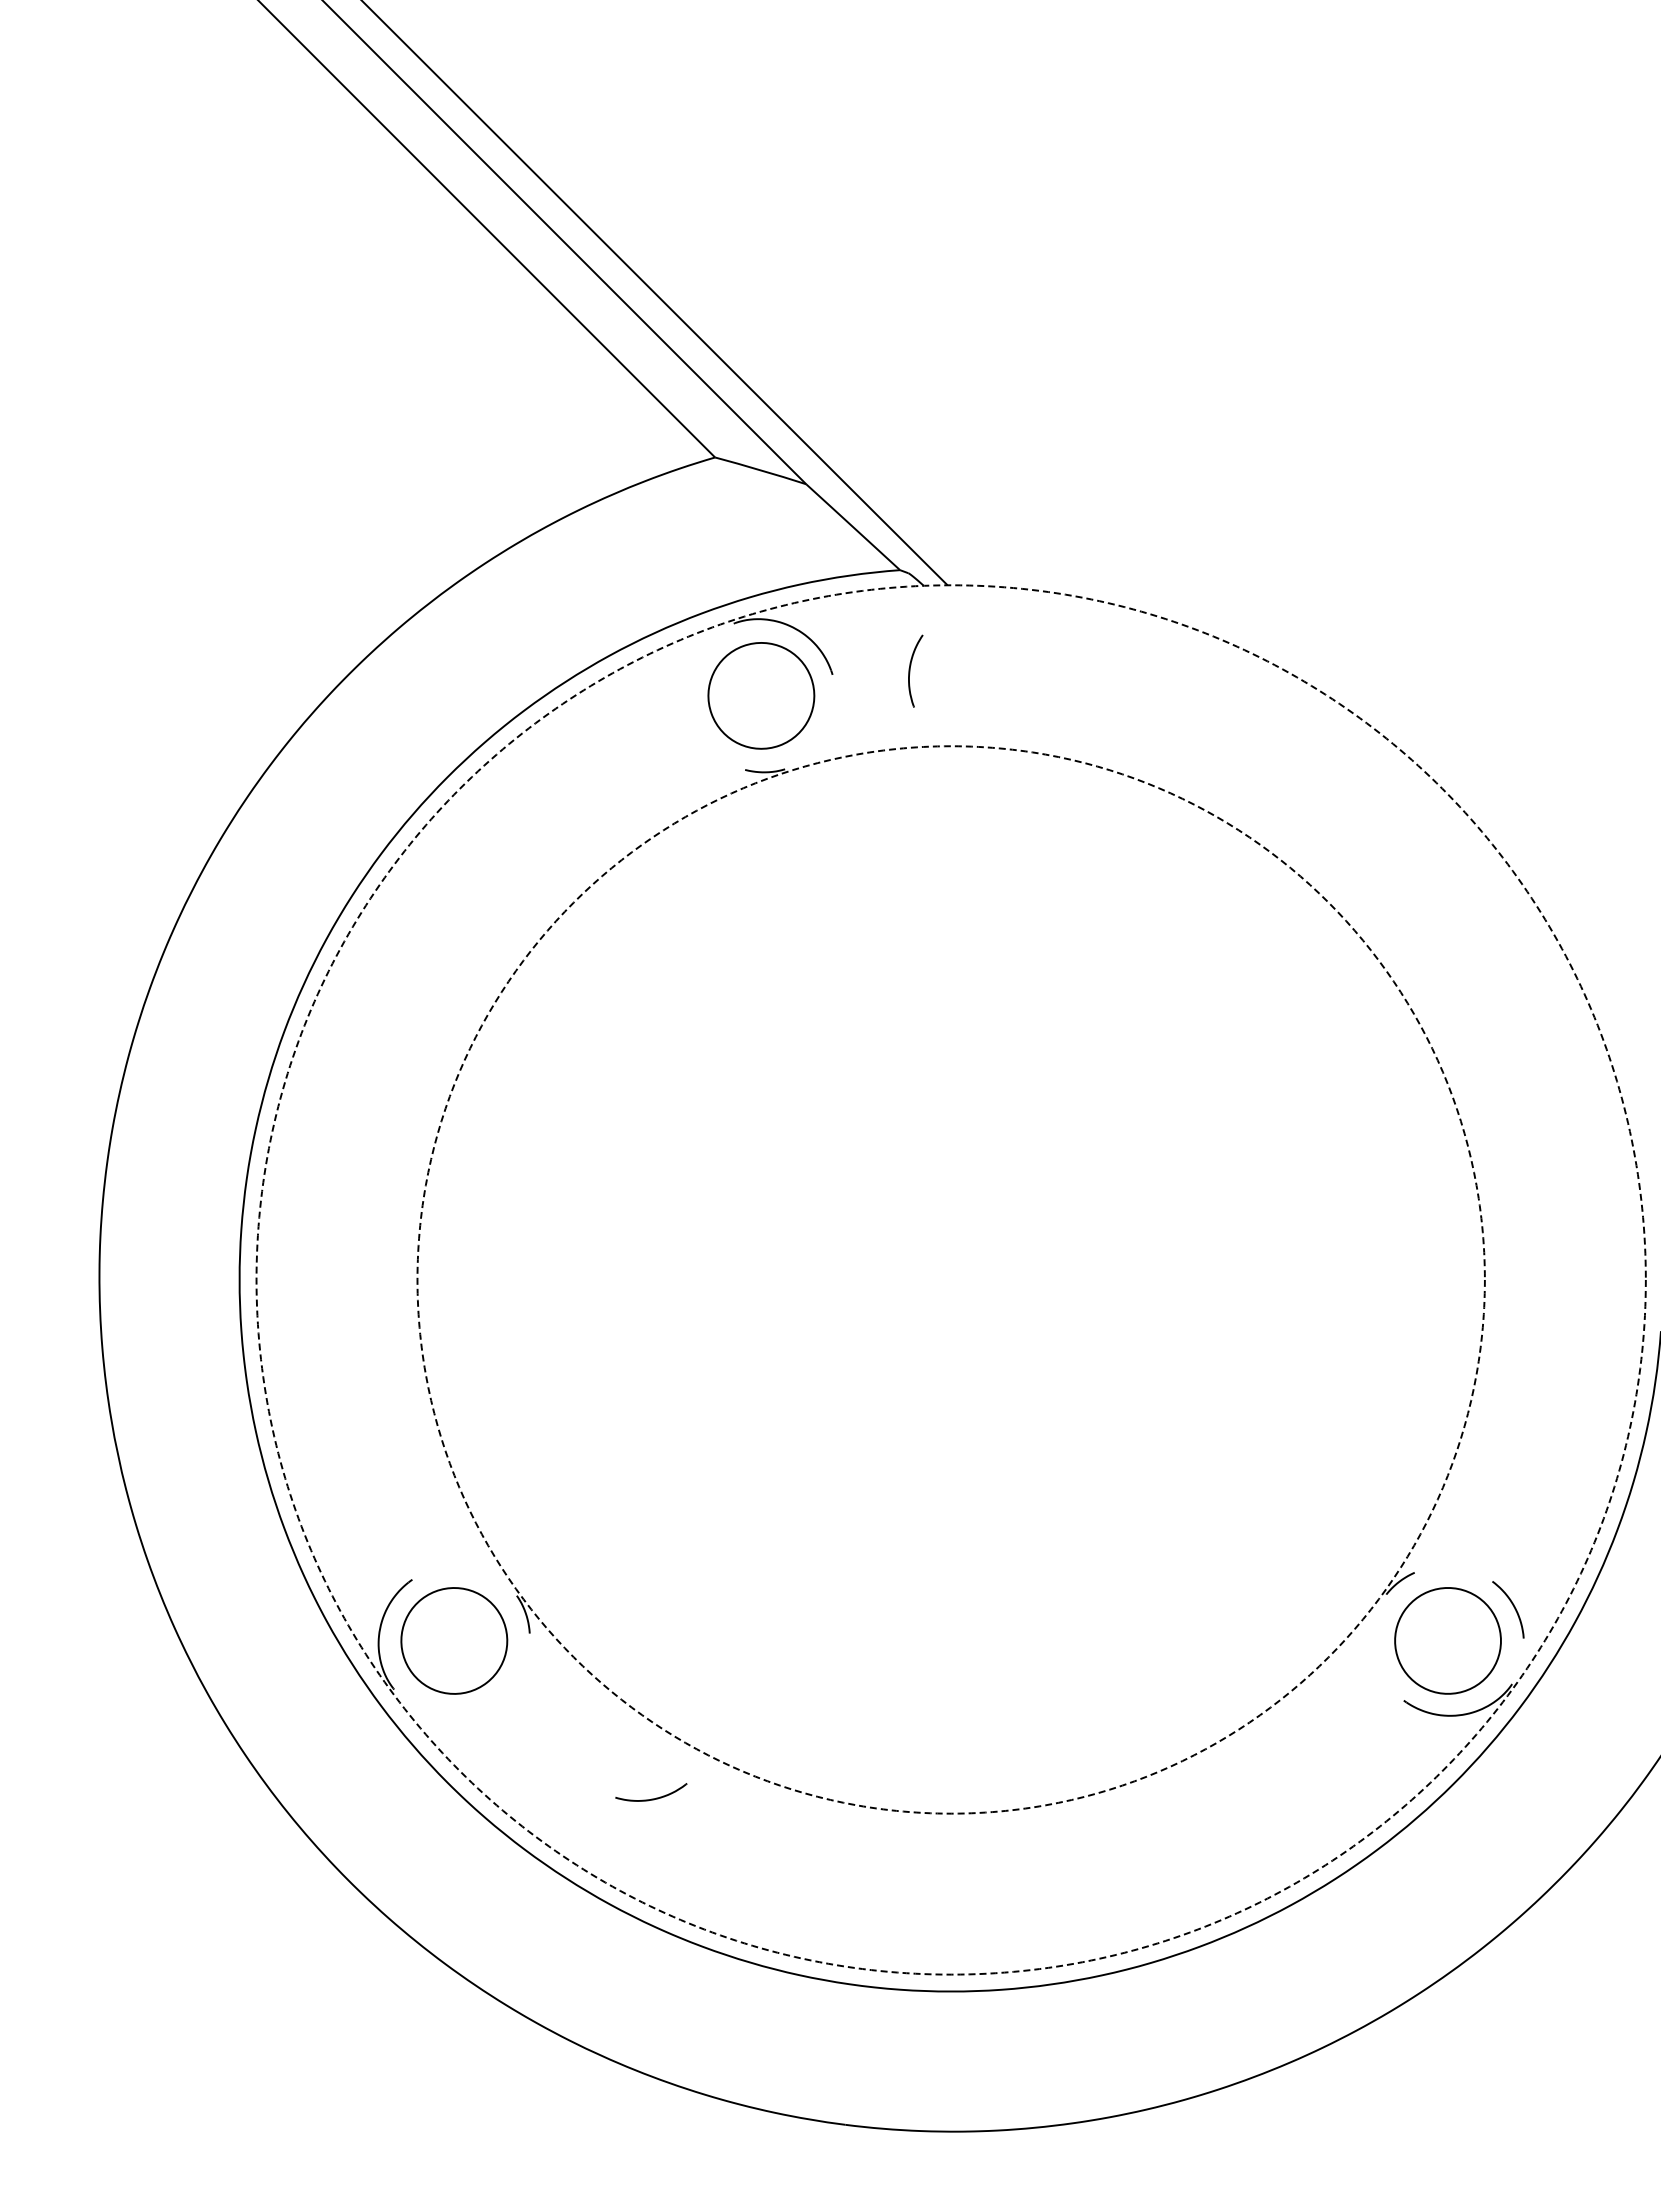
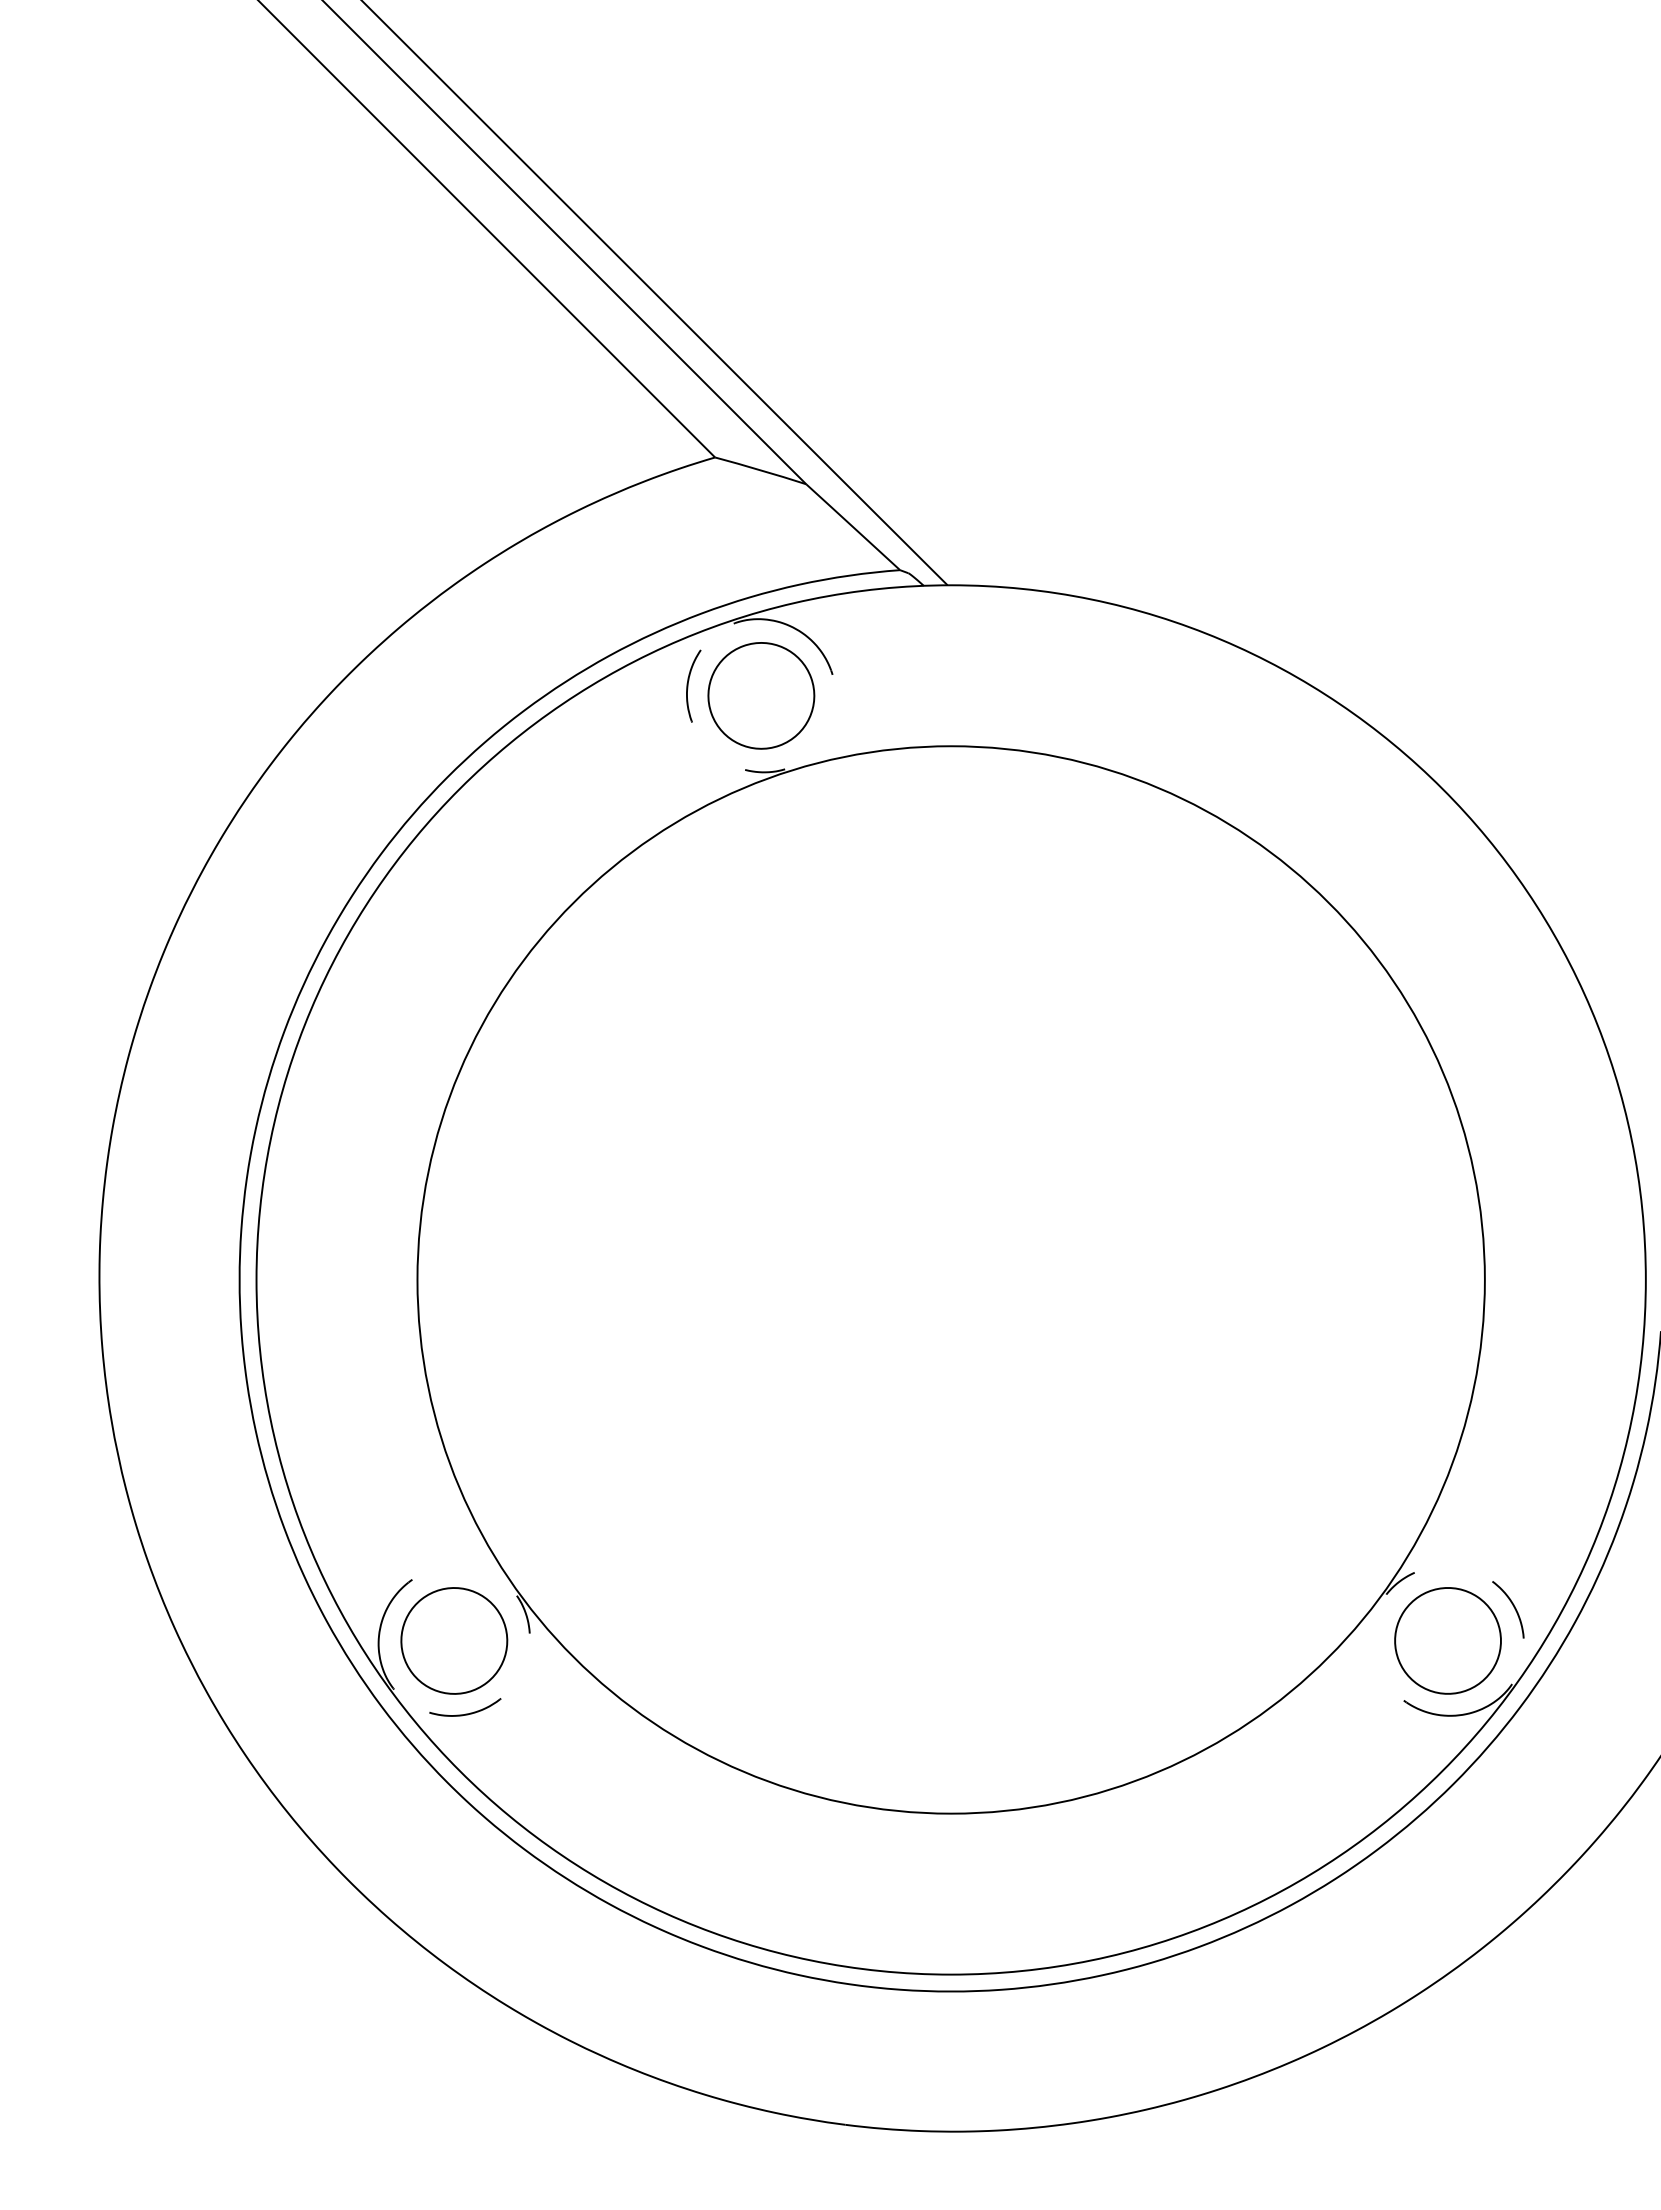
part at (915, 670) position: (915, 670) -> (693, 685)
circle at (950, 1279): dashed -> solid
circle at (950, 1279): dashed -> solid
part at (651, 1792) position: (651, 1792) -> (465, 1707)
